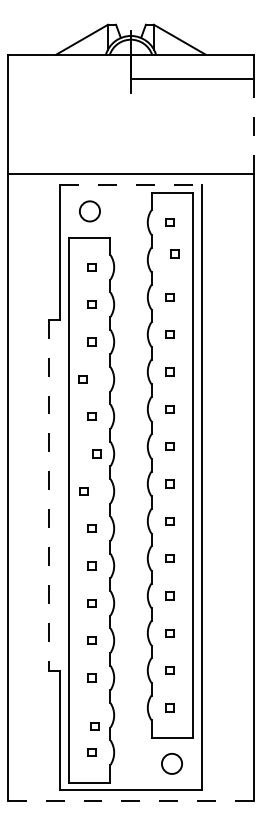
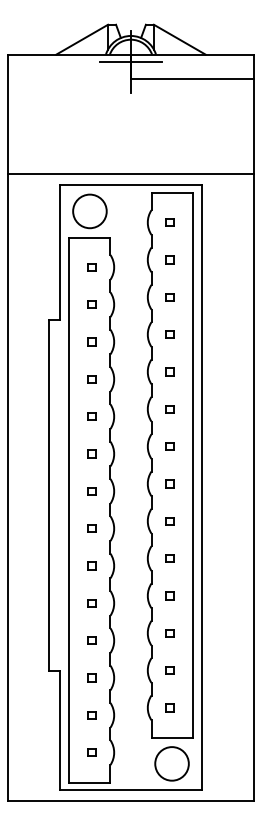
line at (130, 62): none -> present
line at (254, 127): dashed -> solid
line at (131, 185): dashed -> solid
circle at (89, 211) diameter: 20 px -> 34 px
part at (174, 253) position: (174, 253) -> (169, 259)
part at (82, 379) position: (82, 379) -> (91, 379)
part at (96, 453) position: (96, 453) -> (91, 453)
part at (83, 491) position: (83, 491) -> (91, 491)
line at (48, 495): dashed -> solid
part at (94, 726) position: (94, 726) -> (91, 715)
circle at (171, 763) diameter: 20 px -> 34 px
line at (130, 801): dashed -> solid
